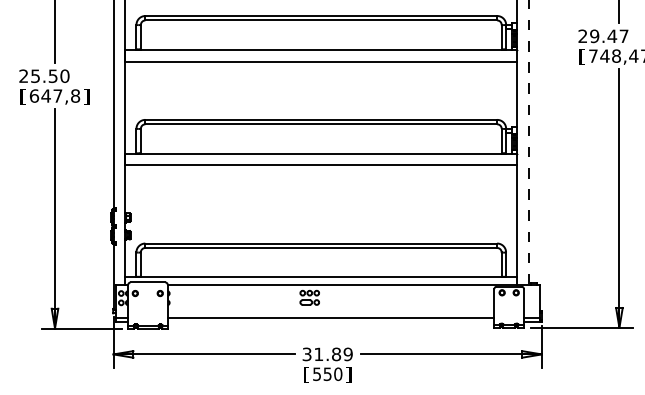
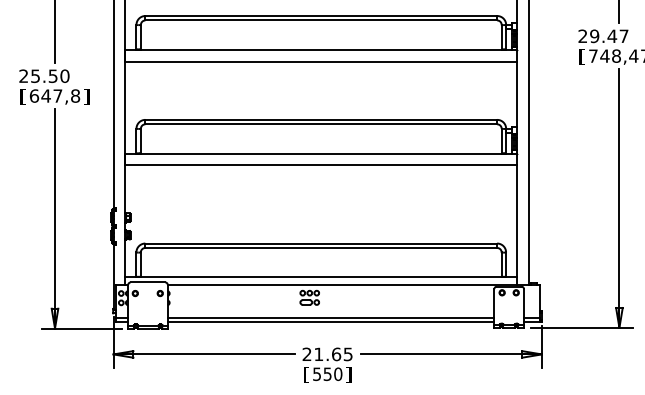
line at (528, 143): dashed -> solid
line at (330, 322): none -> present
text at (327, 354): 31.89 -> 21.65
